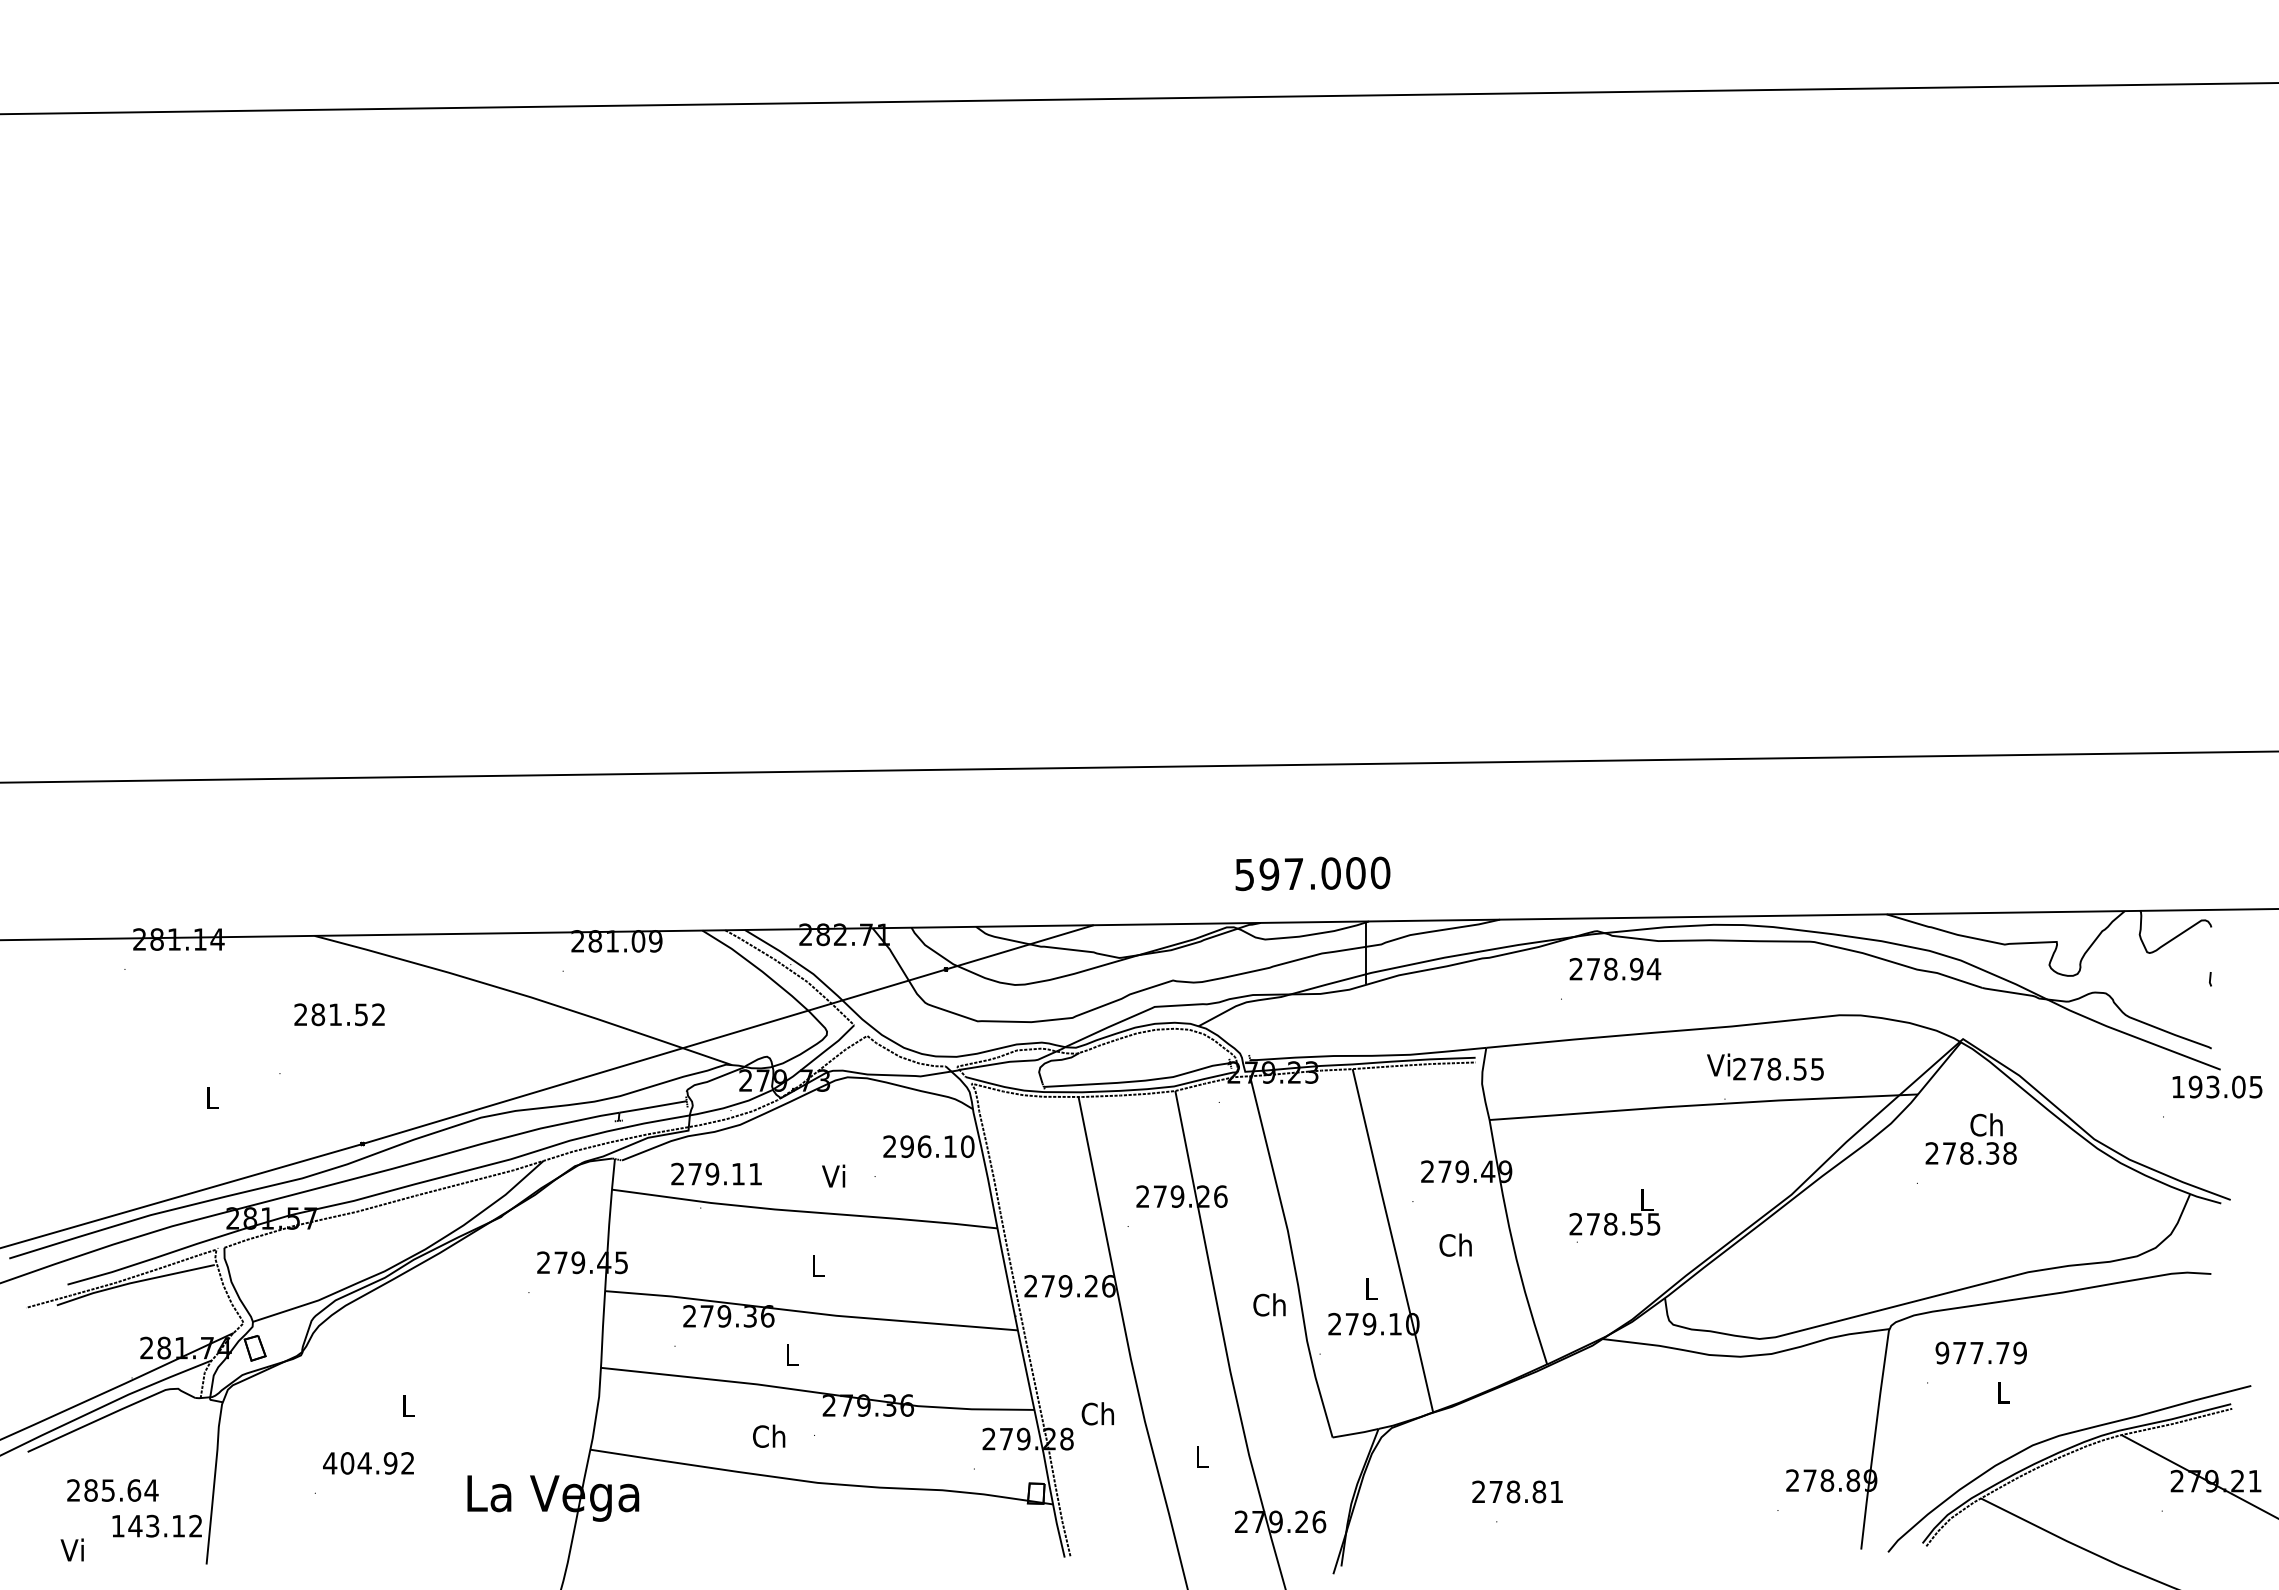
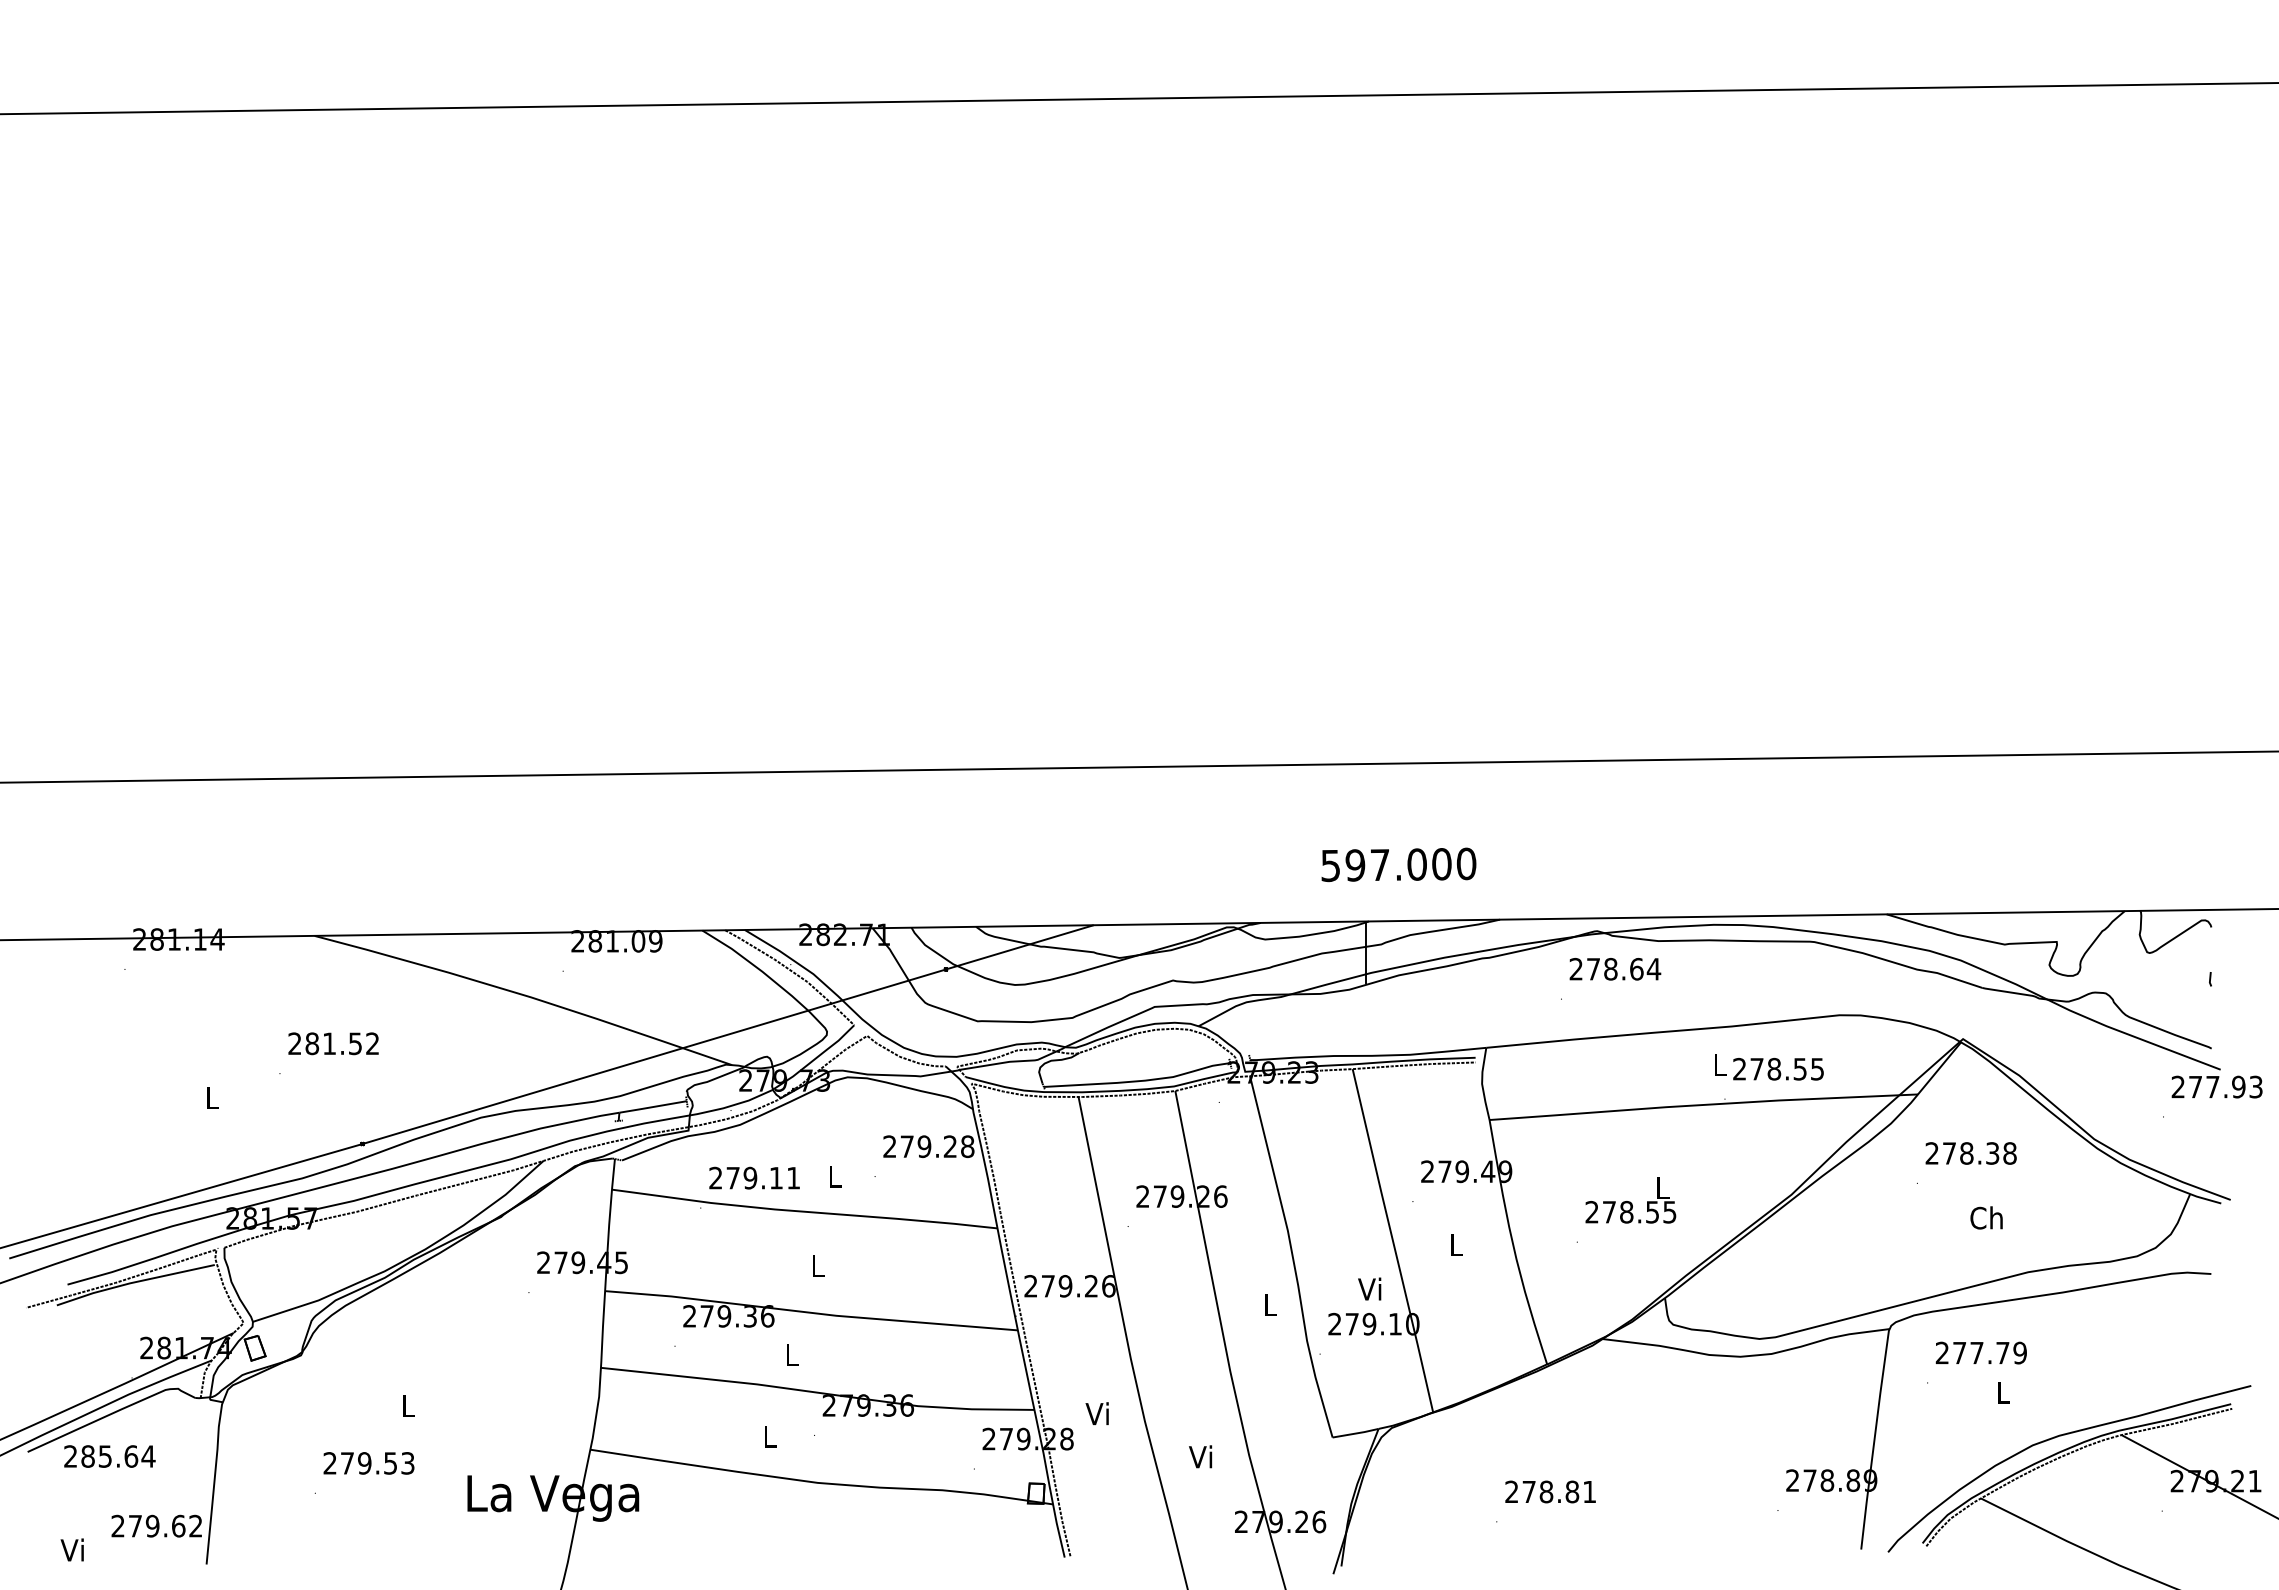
text at (1312, 873) position: (1312, 873) -> (1398, 864)
text at (1636, 968): 278.94 -> 278.64
text at (339, 1014) position: (339, 1014) -> (333, 1043)
text at (1718, 1064): Vi -> L
text at (2216, 1086): 193.05 -> 277.93
text at (1986, 1124) position: (1986, 1124) -> (1986, 1217)
text at (937, 1146): 296.10 -> 279.28
text at (716, 1173) position: (716, 1173) -> (754, 1177)
text at (833, 1175): Vi -> L
text at (1614, 1212) position: (1614, 1212) -> (1630, 1200)
text at (1455, 1244): Ch -> L
text at (1369, 1288): L -> Vi
text at (1269, 1304): Ch -> L
text at (1942, 1352): 977.79 -> 277.79
text at (1097, 1413): Ch -> Vi
text at (769, 1435): Ch -> L
text at (1200, 1456): L -> Vi
text at (368, 1463): 404.92 -> 279.53
text at (112, 1490) position: (112, 1490) -> (109, 1456)
text at (1517, 1491) position: (1517, 1491) -> (1550, 1491)
text at (148, 1525): 143.12 -> 279.62
